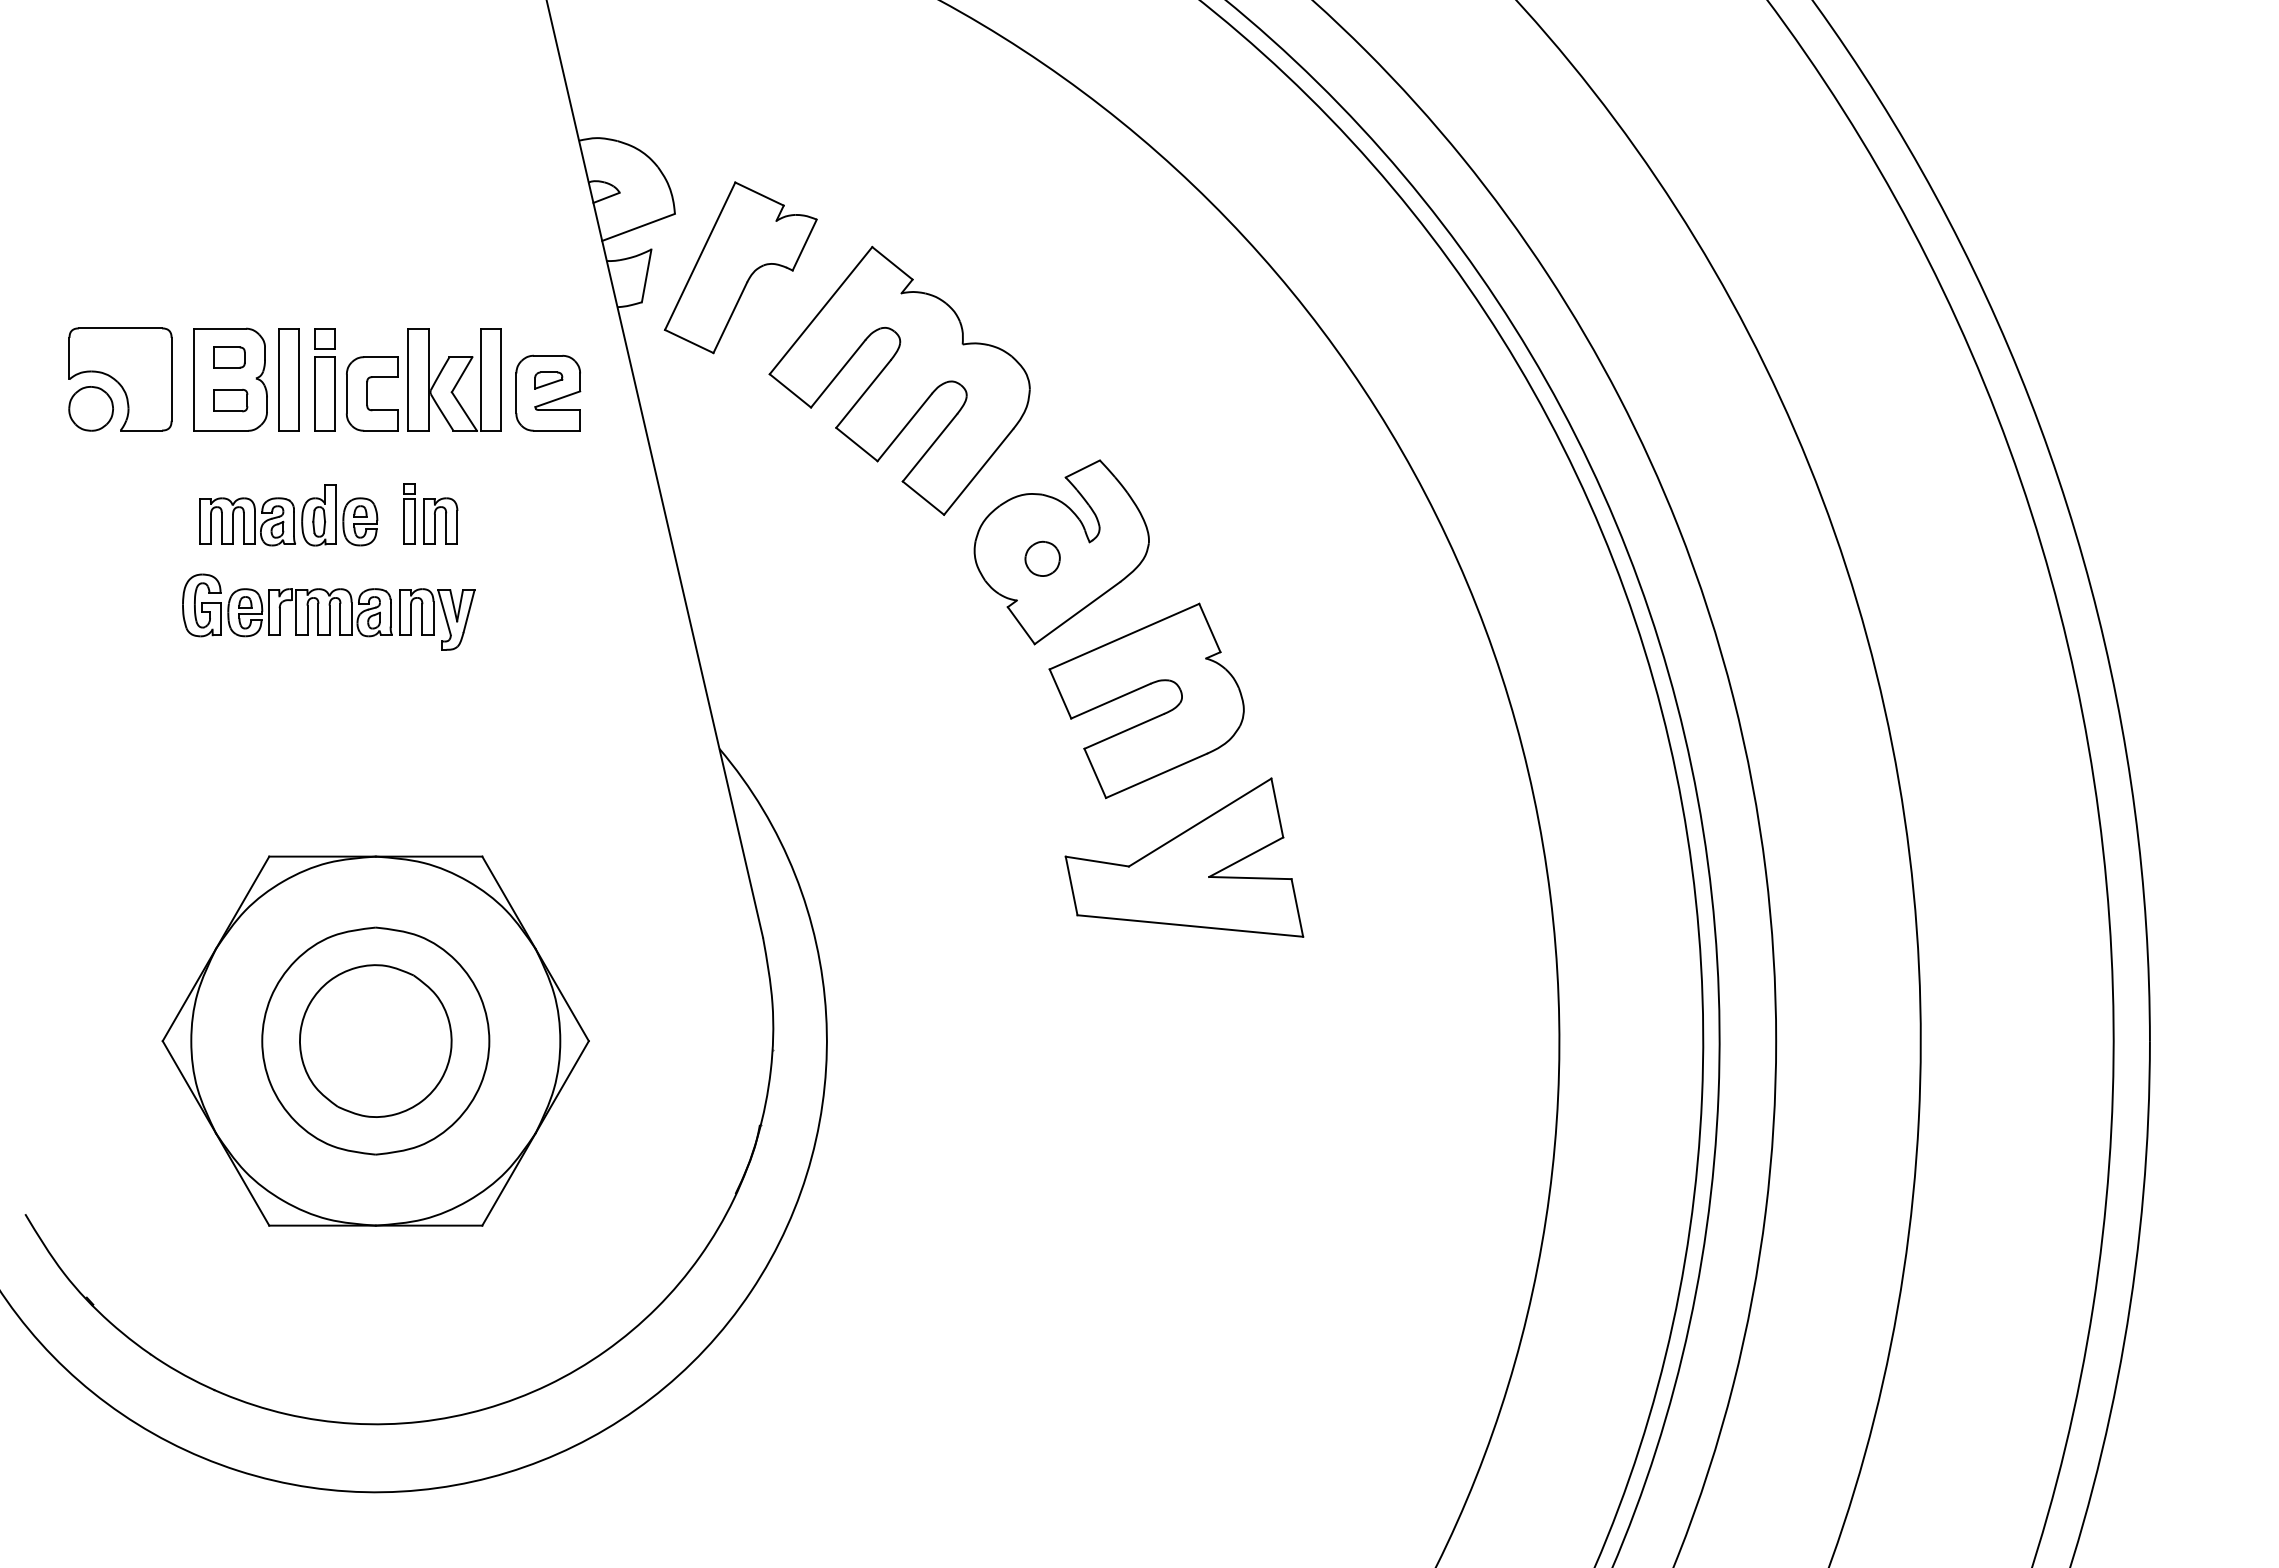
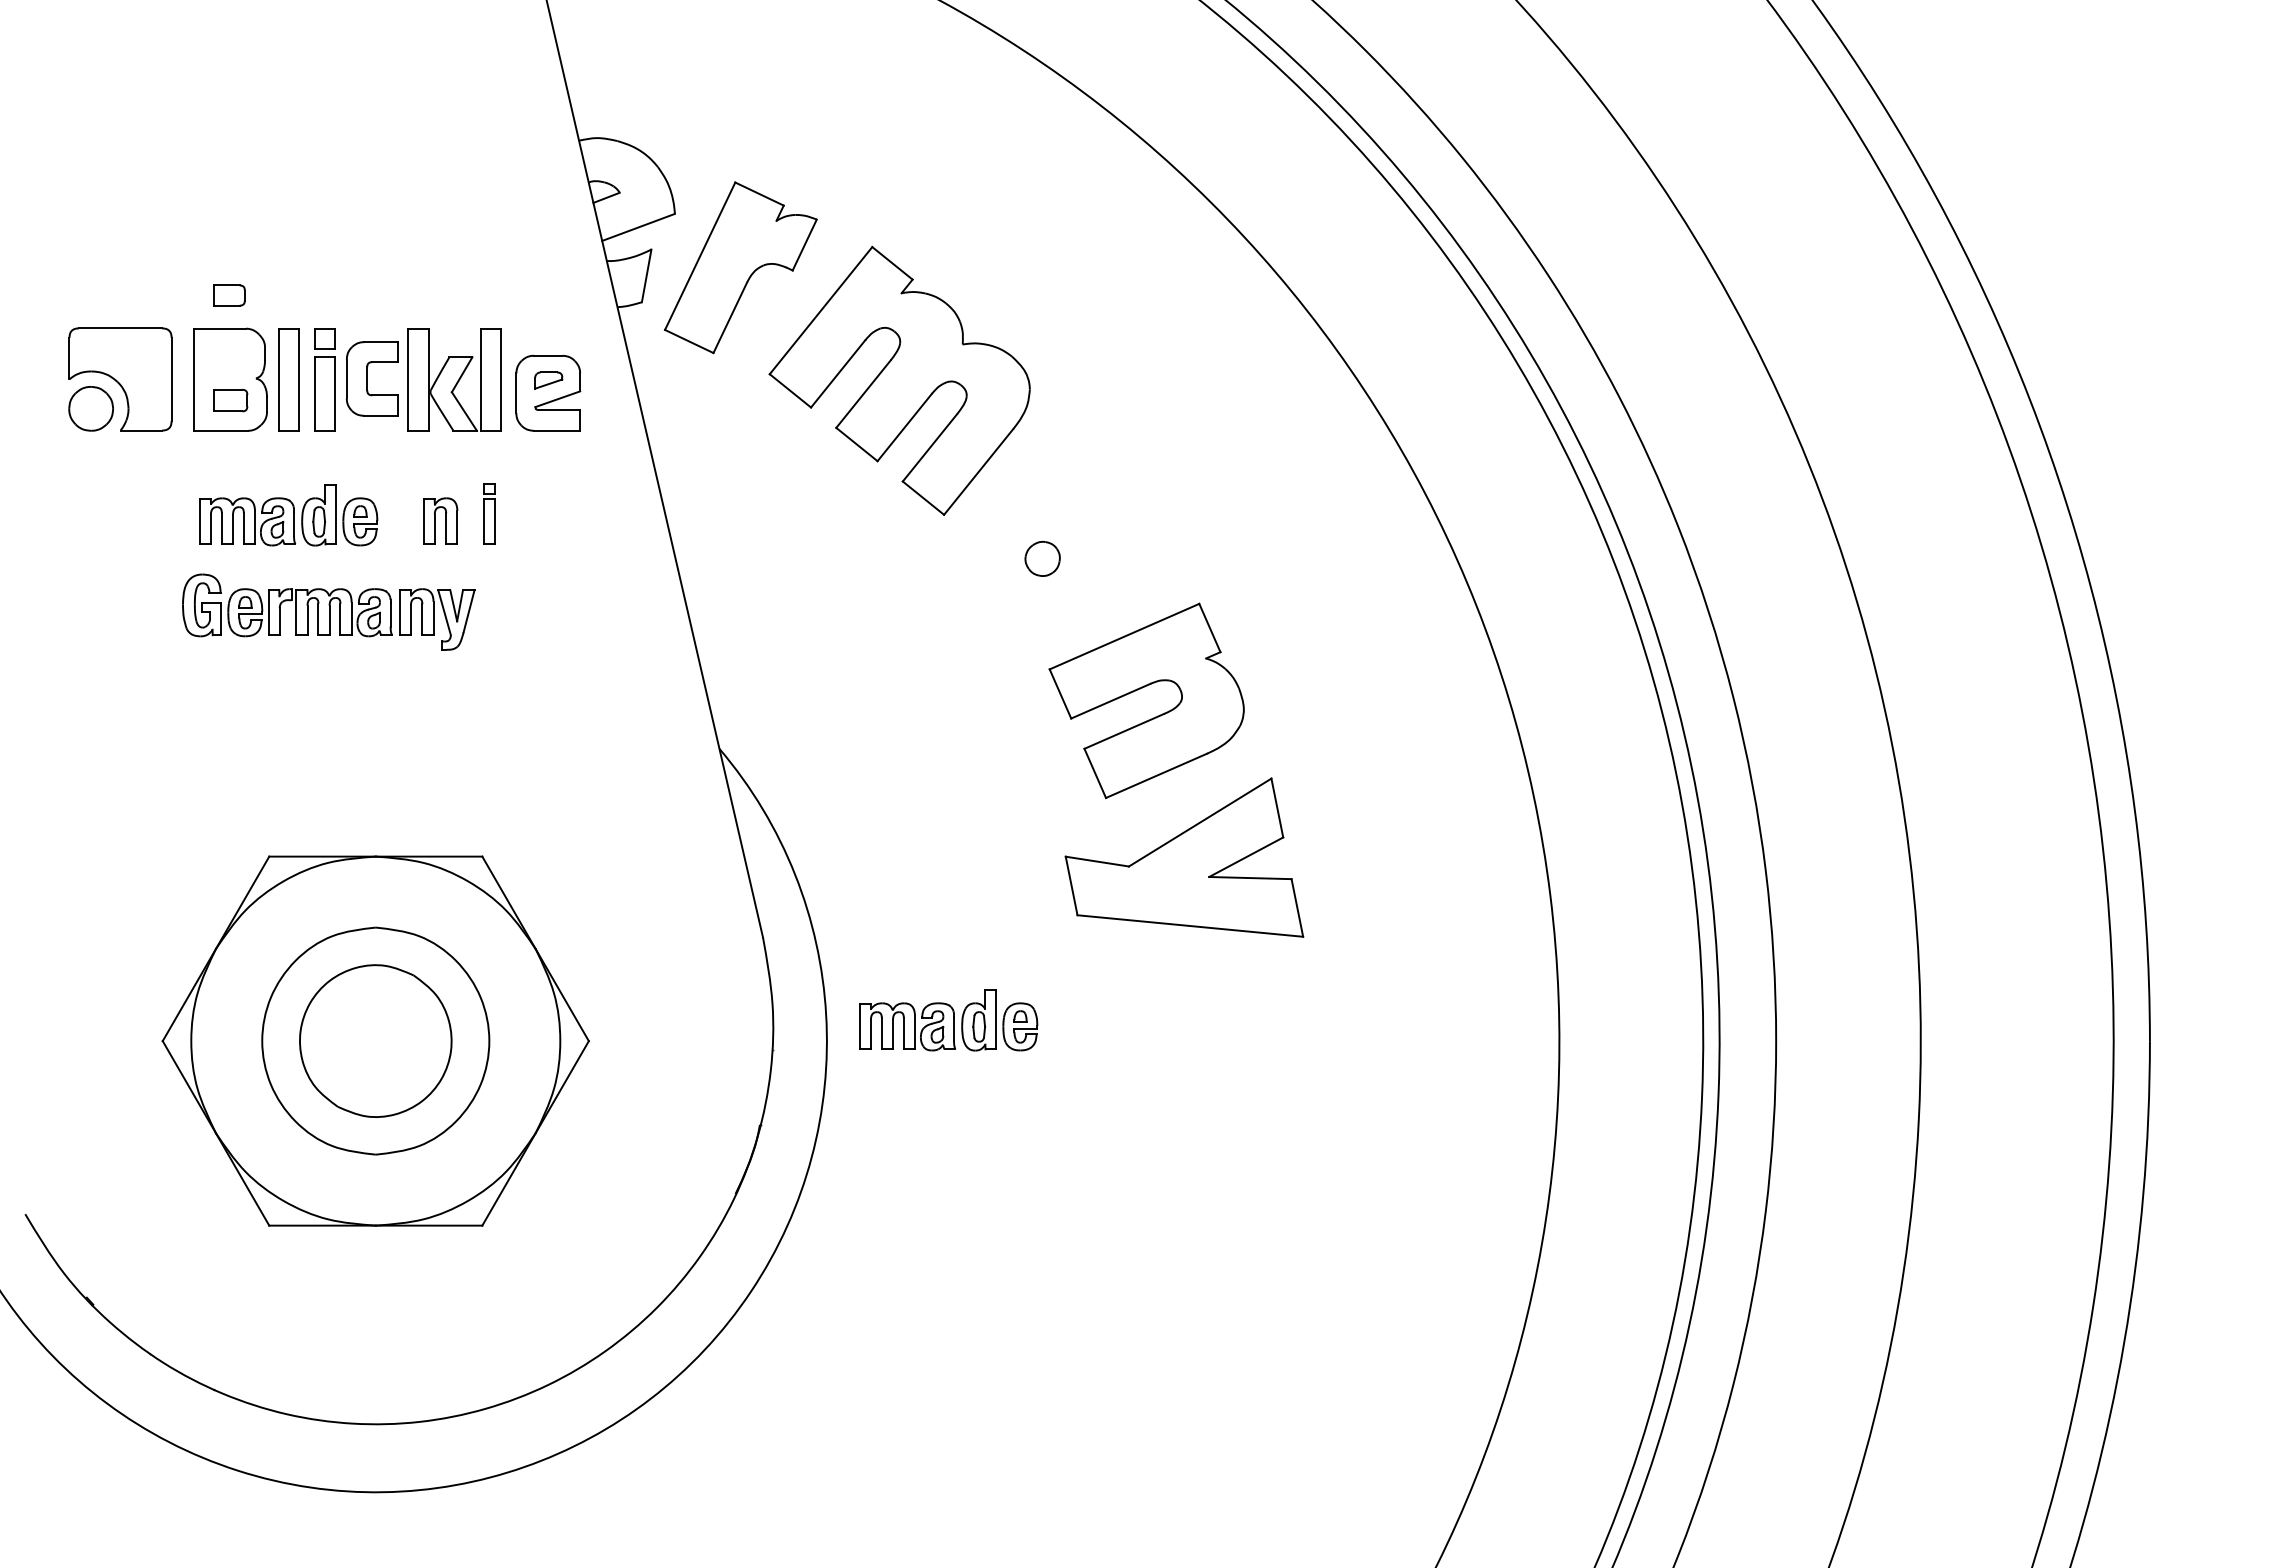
part at (229, 357) position: (229, 357) -> (229, 295)
part at (371, 393) position: (371, 393) -> (371, 378)
part at (409, 513) position: (409, 513) -> (489, 513)
part at (1061, 552): present -> none
part at (948, 1020): none -> present
